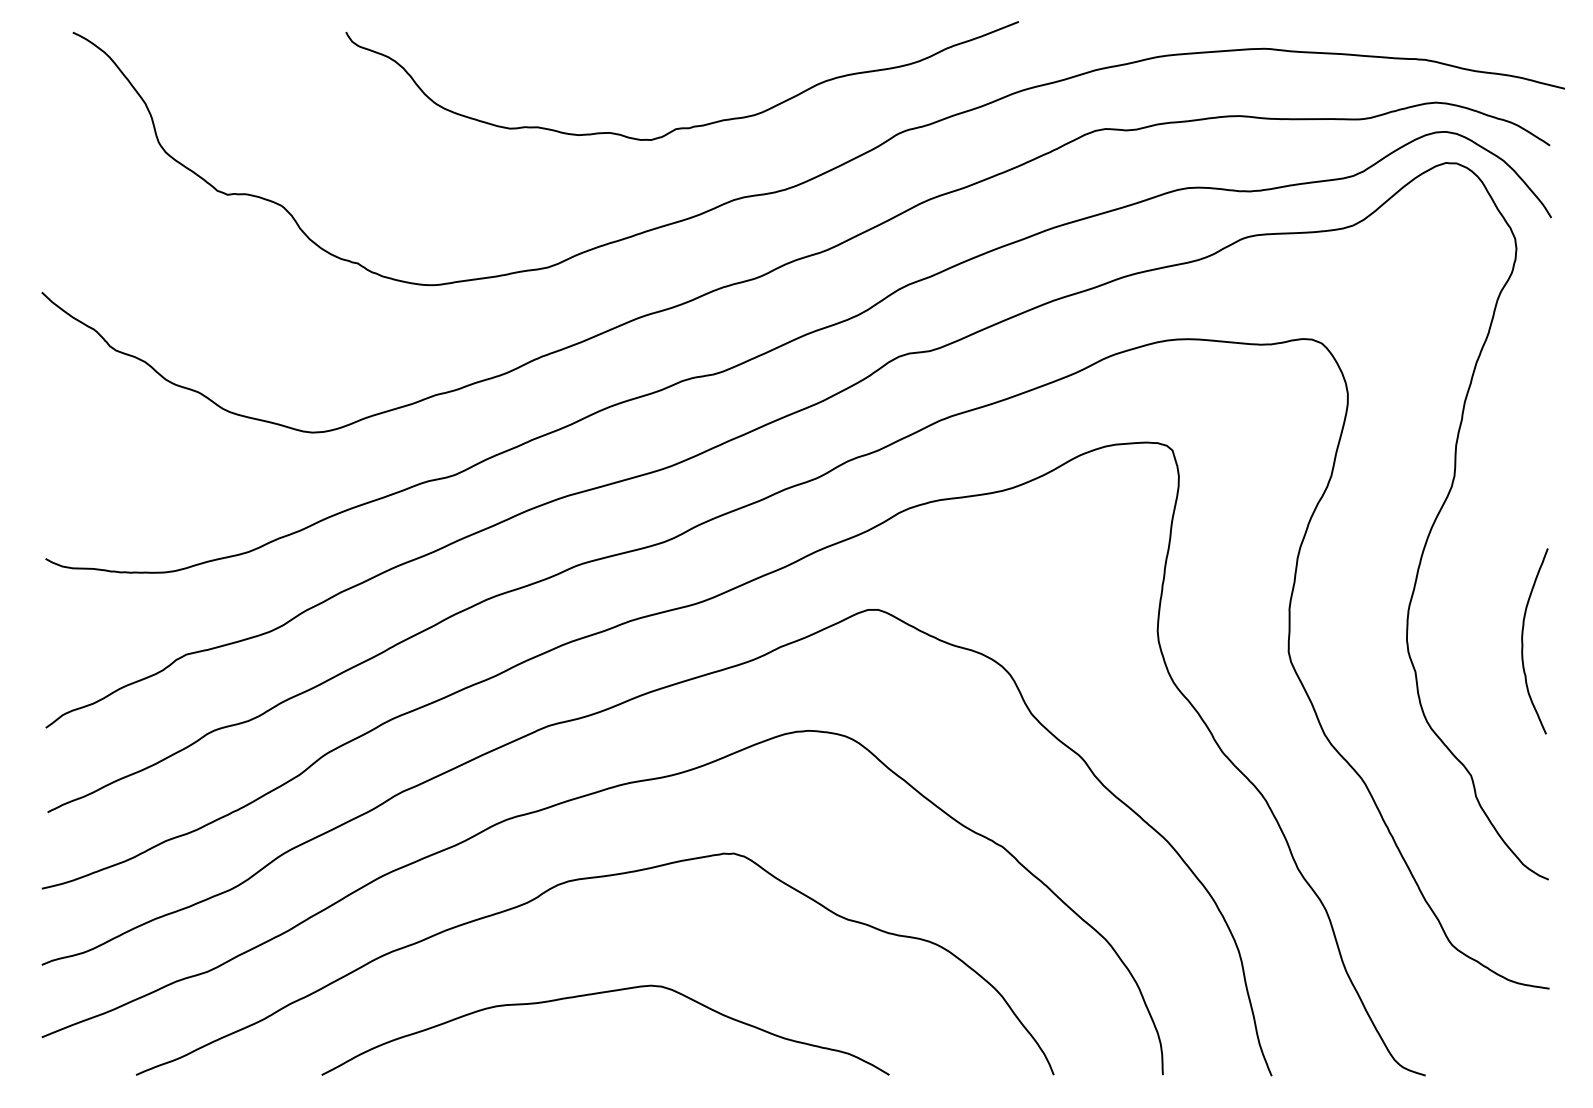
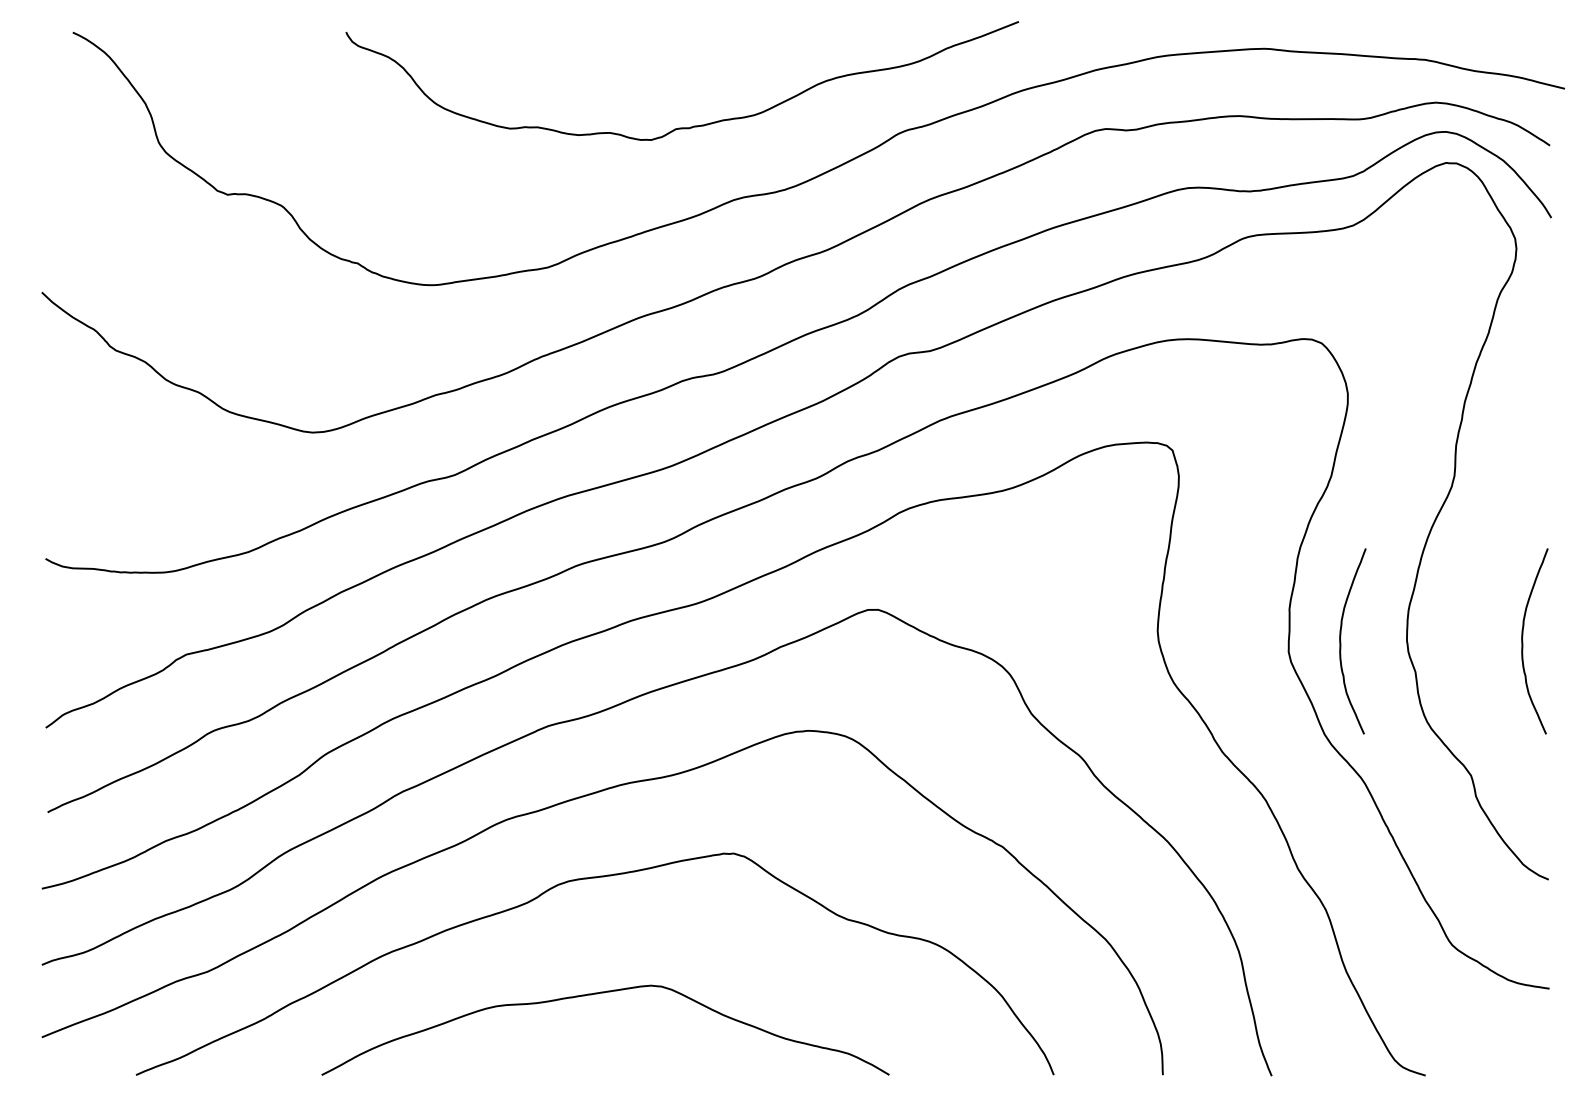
curve at (1341, 641): none -> present
